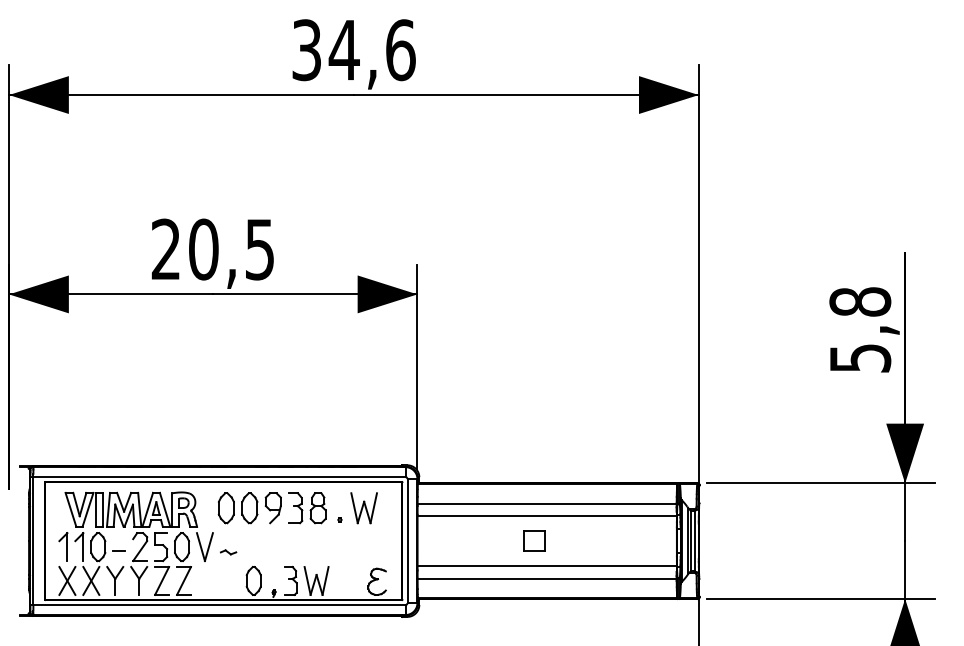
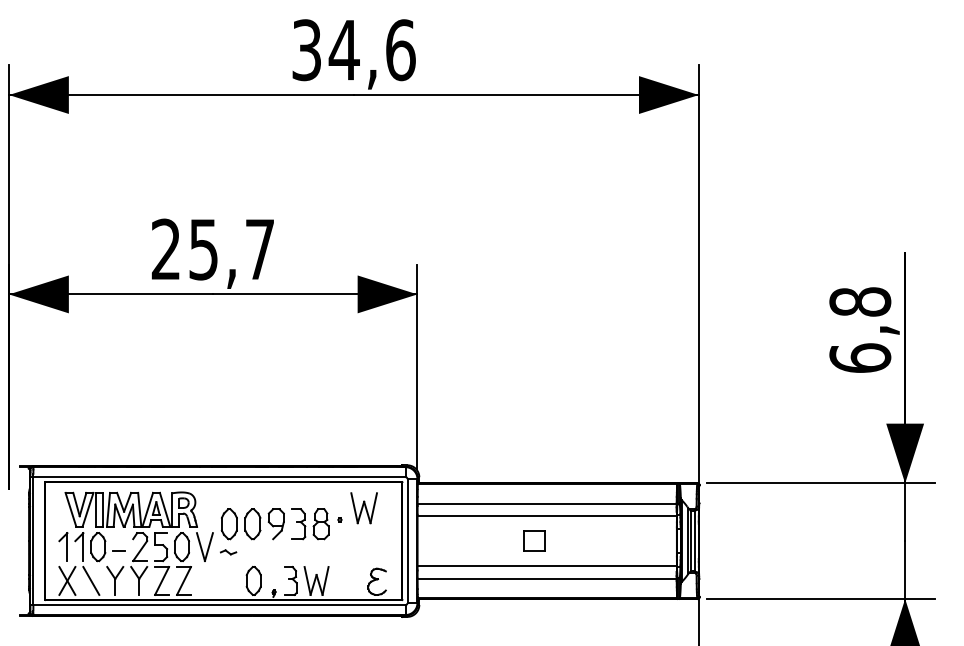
text at (231, 249): 20,5 -> 25,7
text at (860, 357): 5,8 -> 6,8
part at (271, 508) position: (271, 508) -> (274, 524)
line at (91, 580): present -> none
